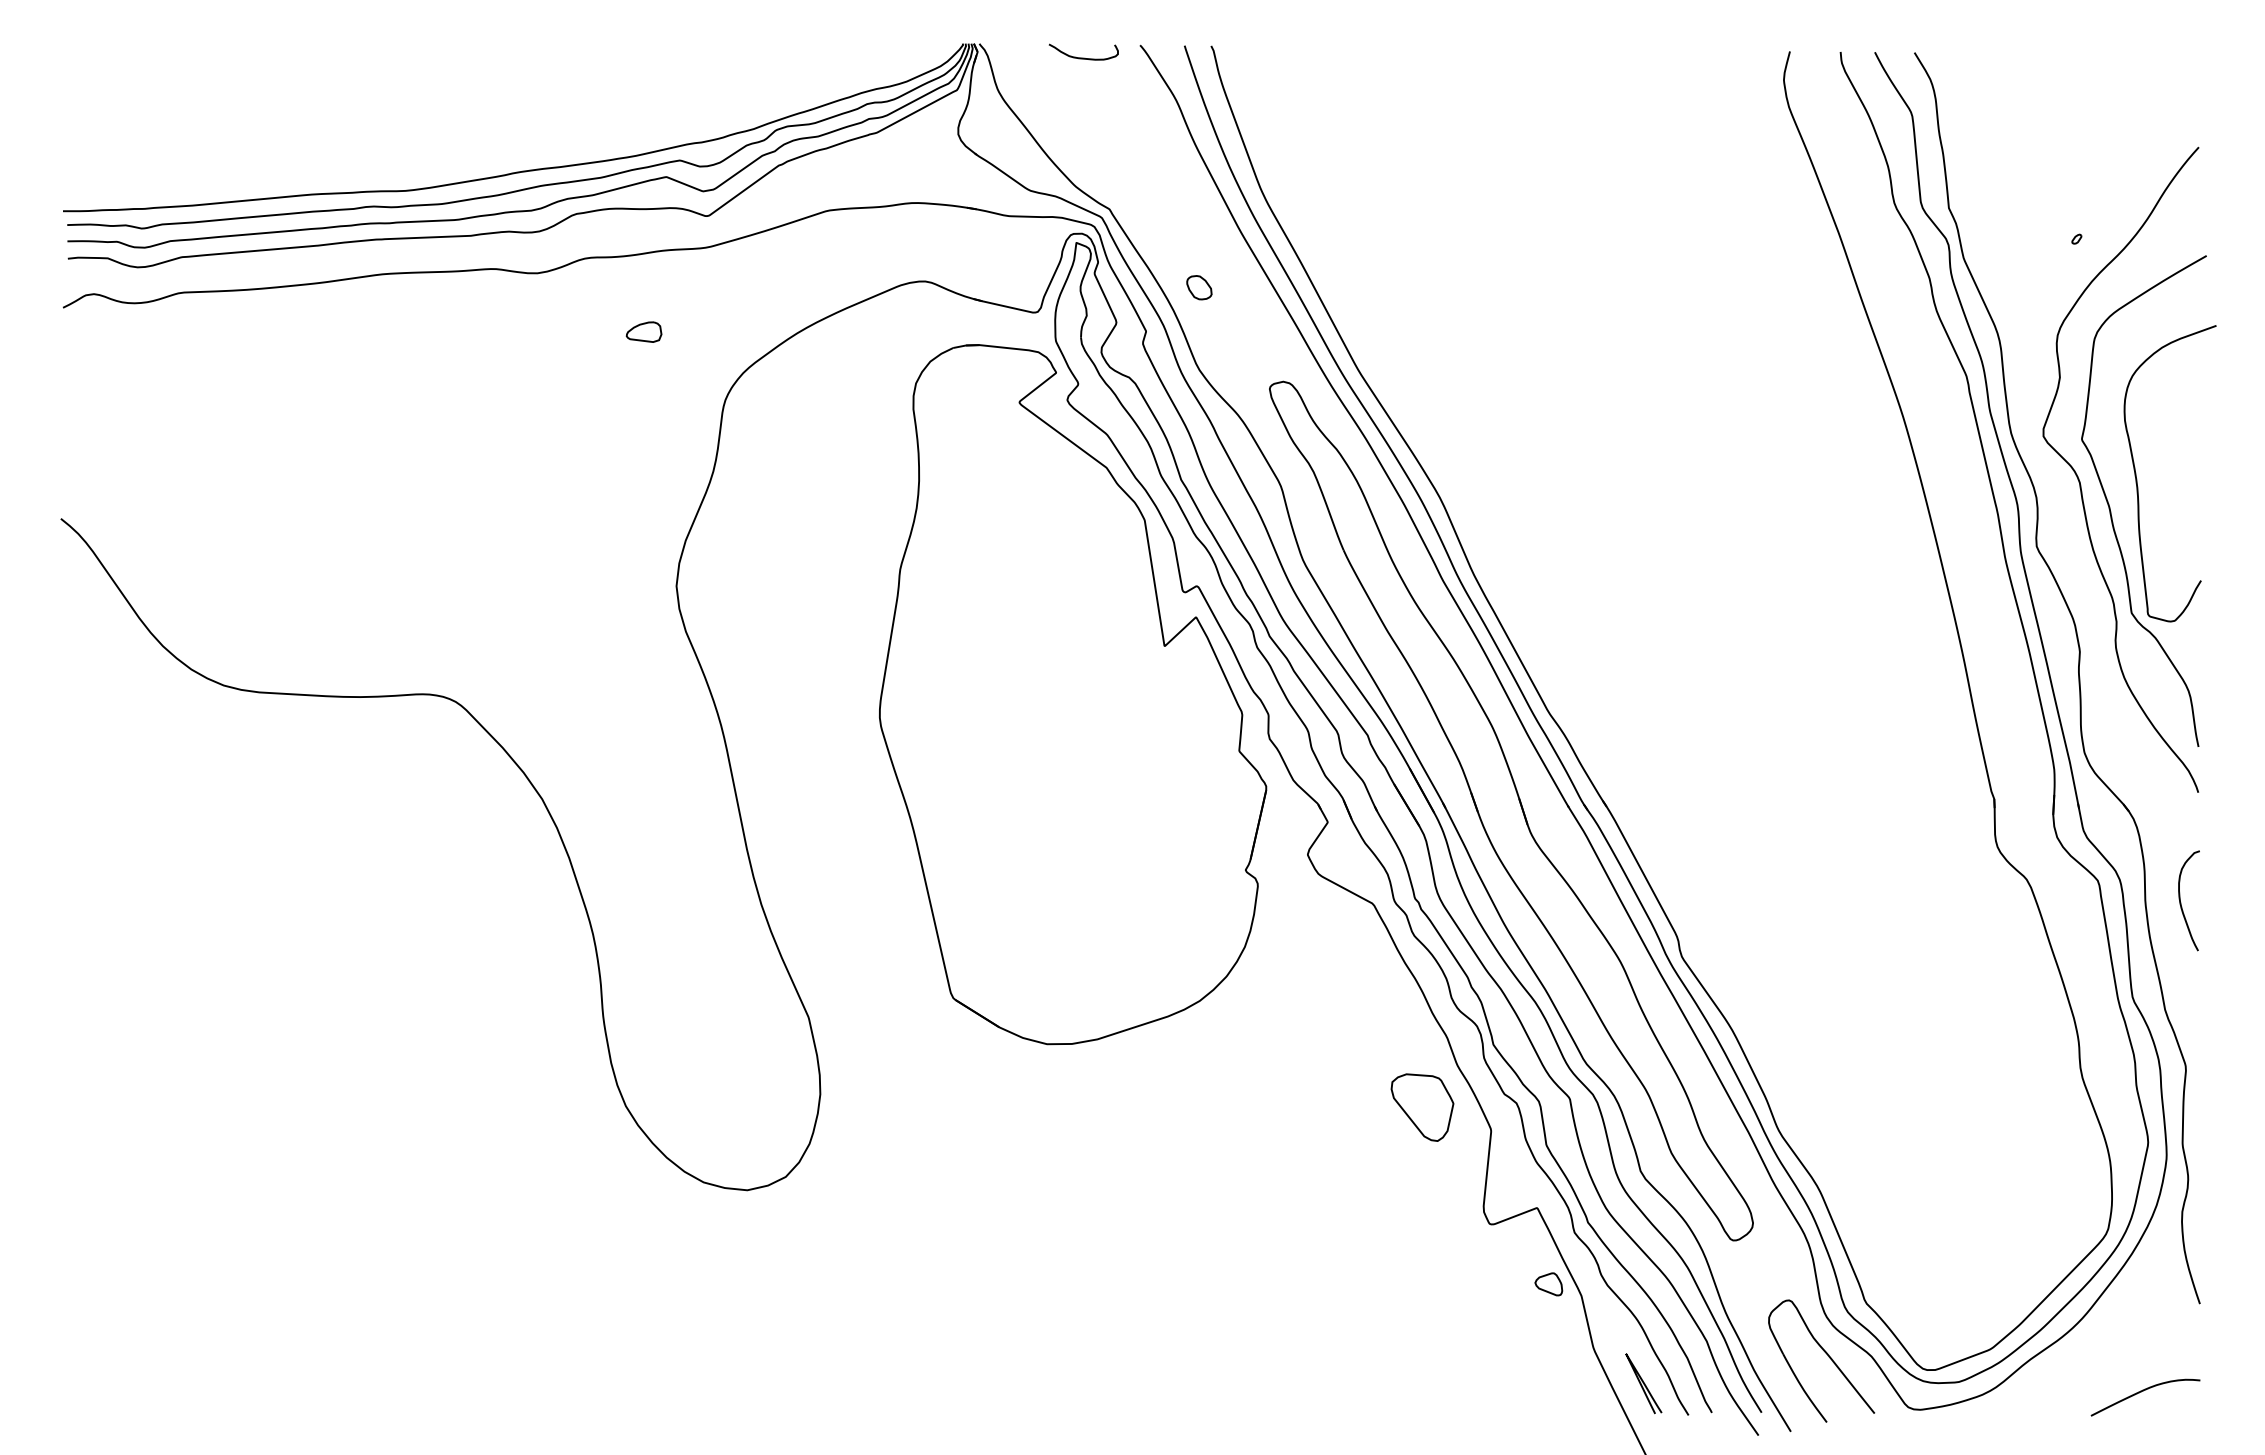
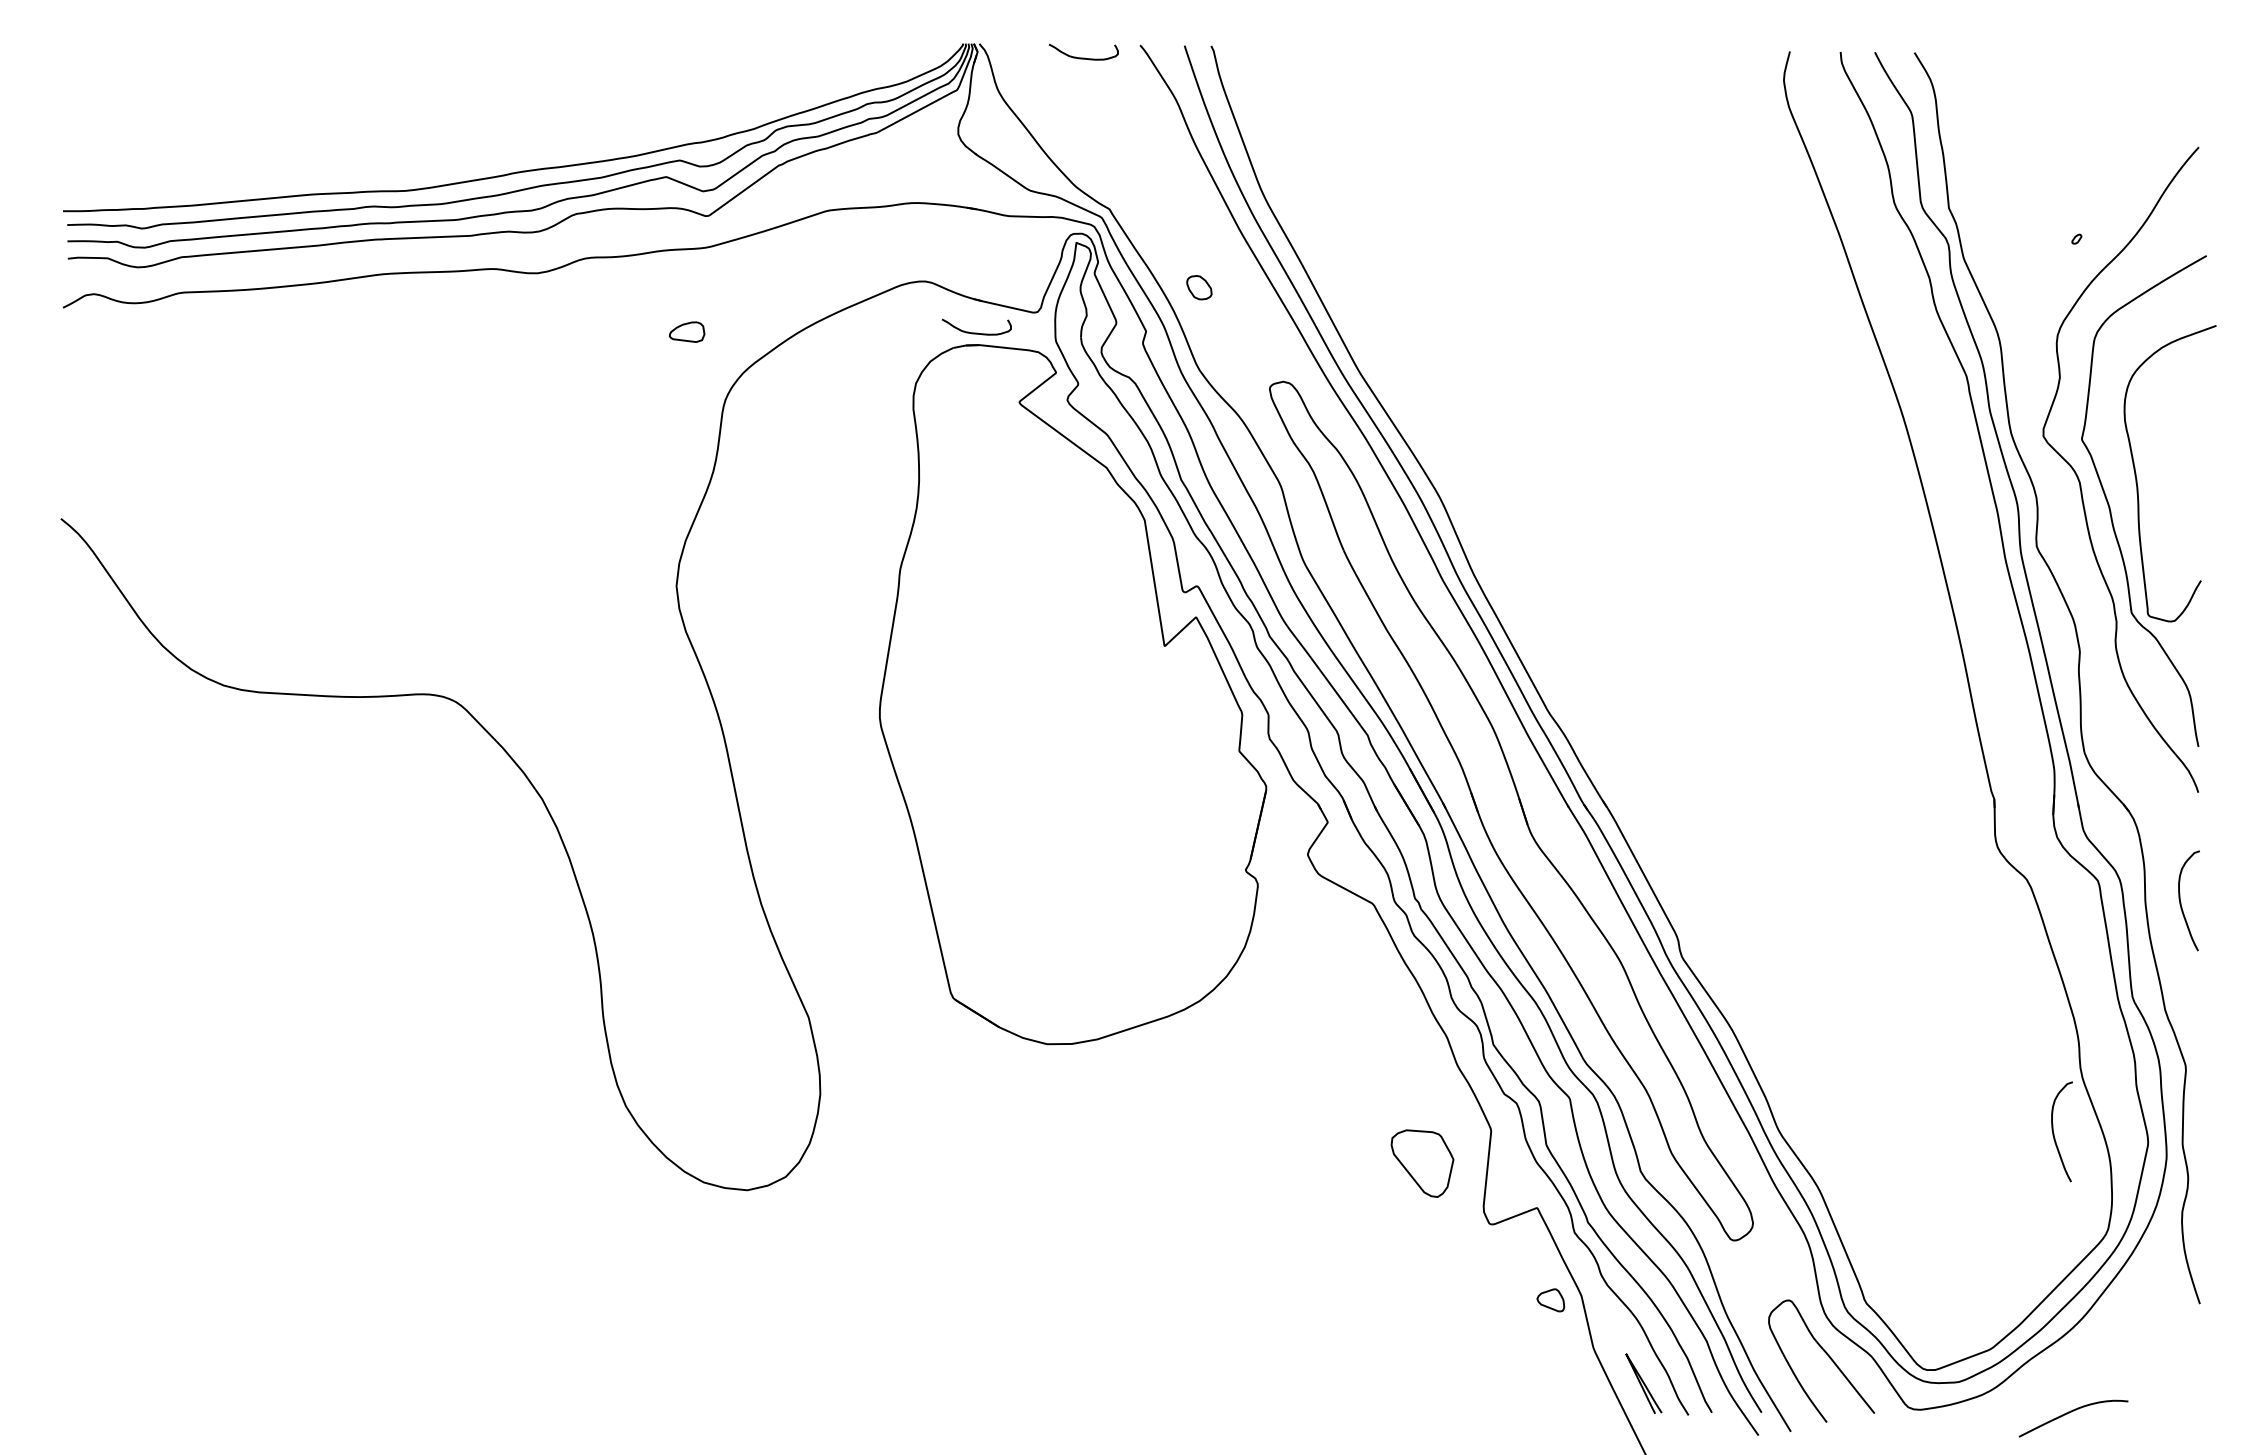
part at (643, 331) position: (643, 331) -> (686, 331)
curve at (976, 332): none -> present
part at (1422, 1107) position: (1422, 1107) -> (1422, 1163)
curve at (2054, 1133): none -> present
part at (1548, 1284) position: (1548, 1284) -> (1550, 1300)
curve at (2143, 1391) position: (2143, 1391) -> (2071, 1412)
